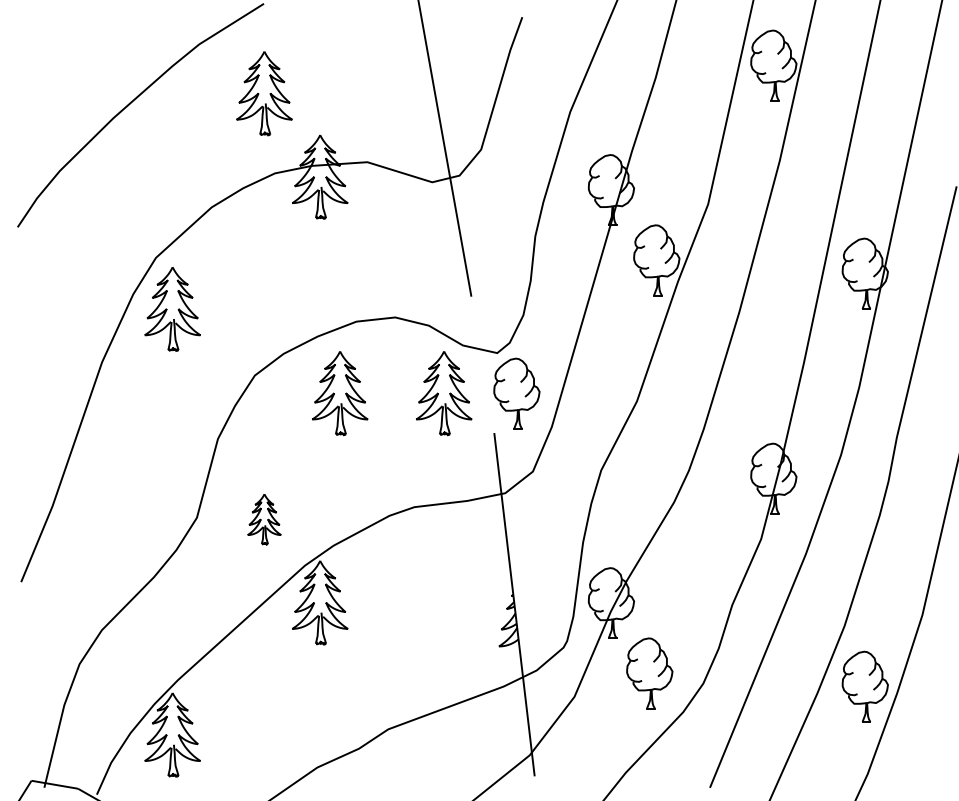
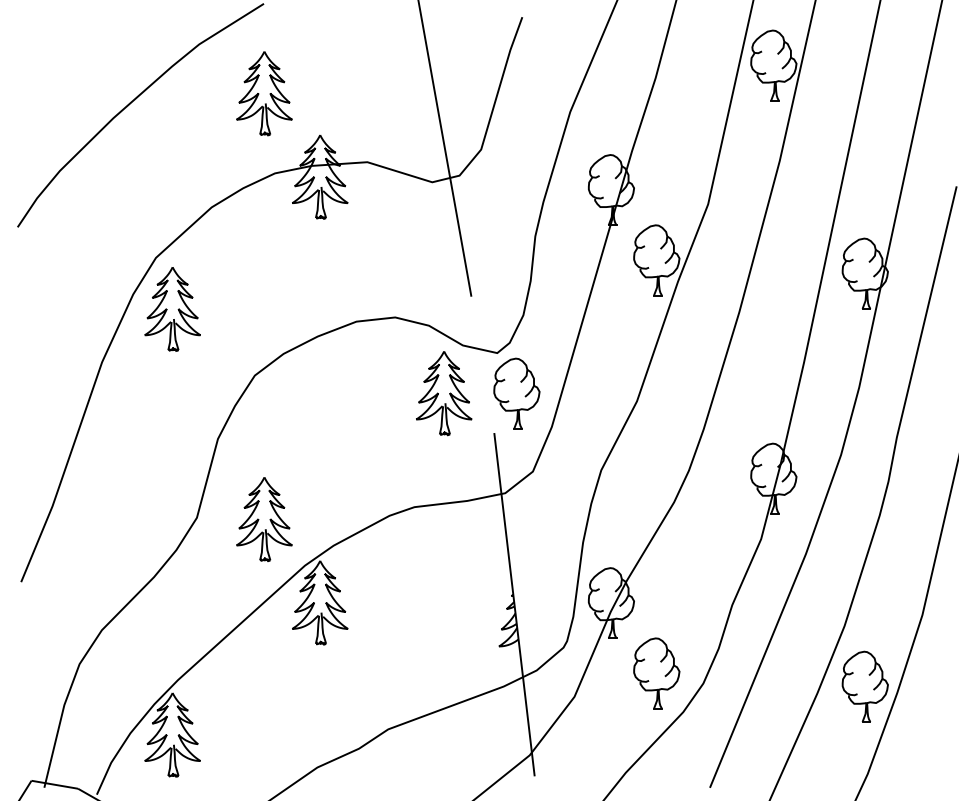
part at (340, 393): present -> none
part at (264, 519) size: 35x52 px -> 57x85 px
part at (649, 673) position: (649, 673) -> (656, 673)
